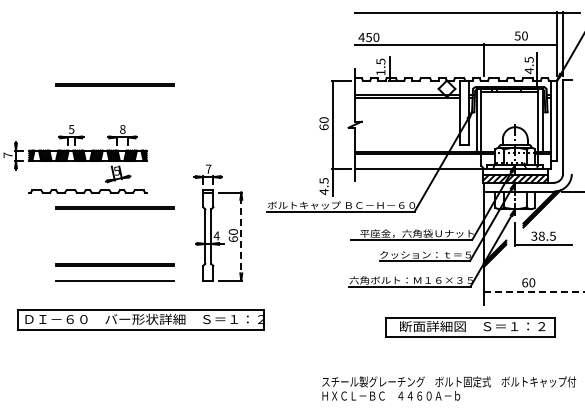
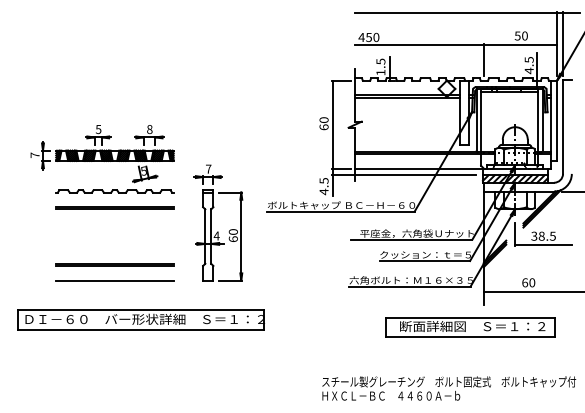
line at (114, 84): present -> none
part at (75, 159) position: (75, 159) -> (102, 159)
line at (404, 175): none -> present
line at (241, 236): dashed -> solid
line at (534, 291): dashed -> solid
